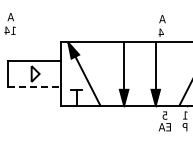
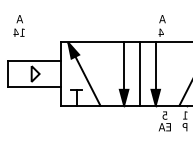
text at (9, 23) position: (9, 23) -> (18, 25)
line at (139, 73): none -> present
line at (34, 87): dashed -> solid
